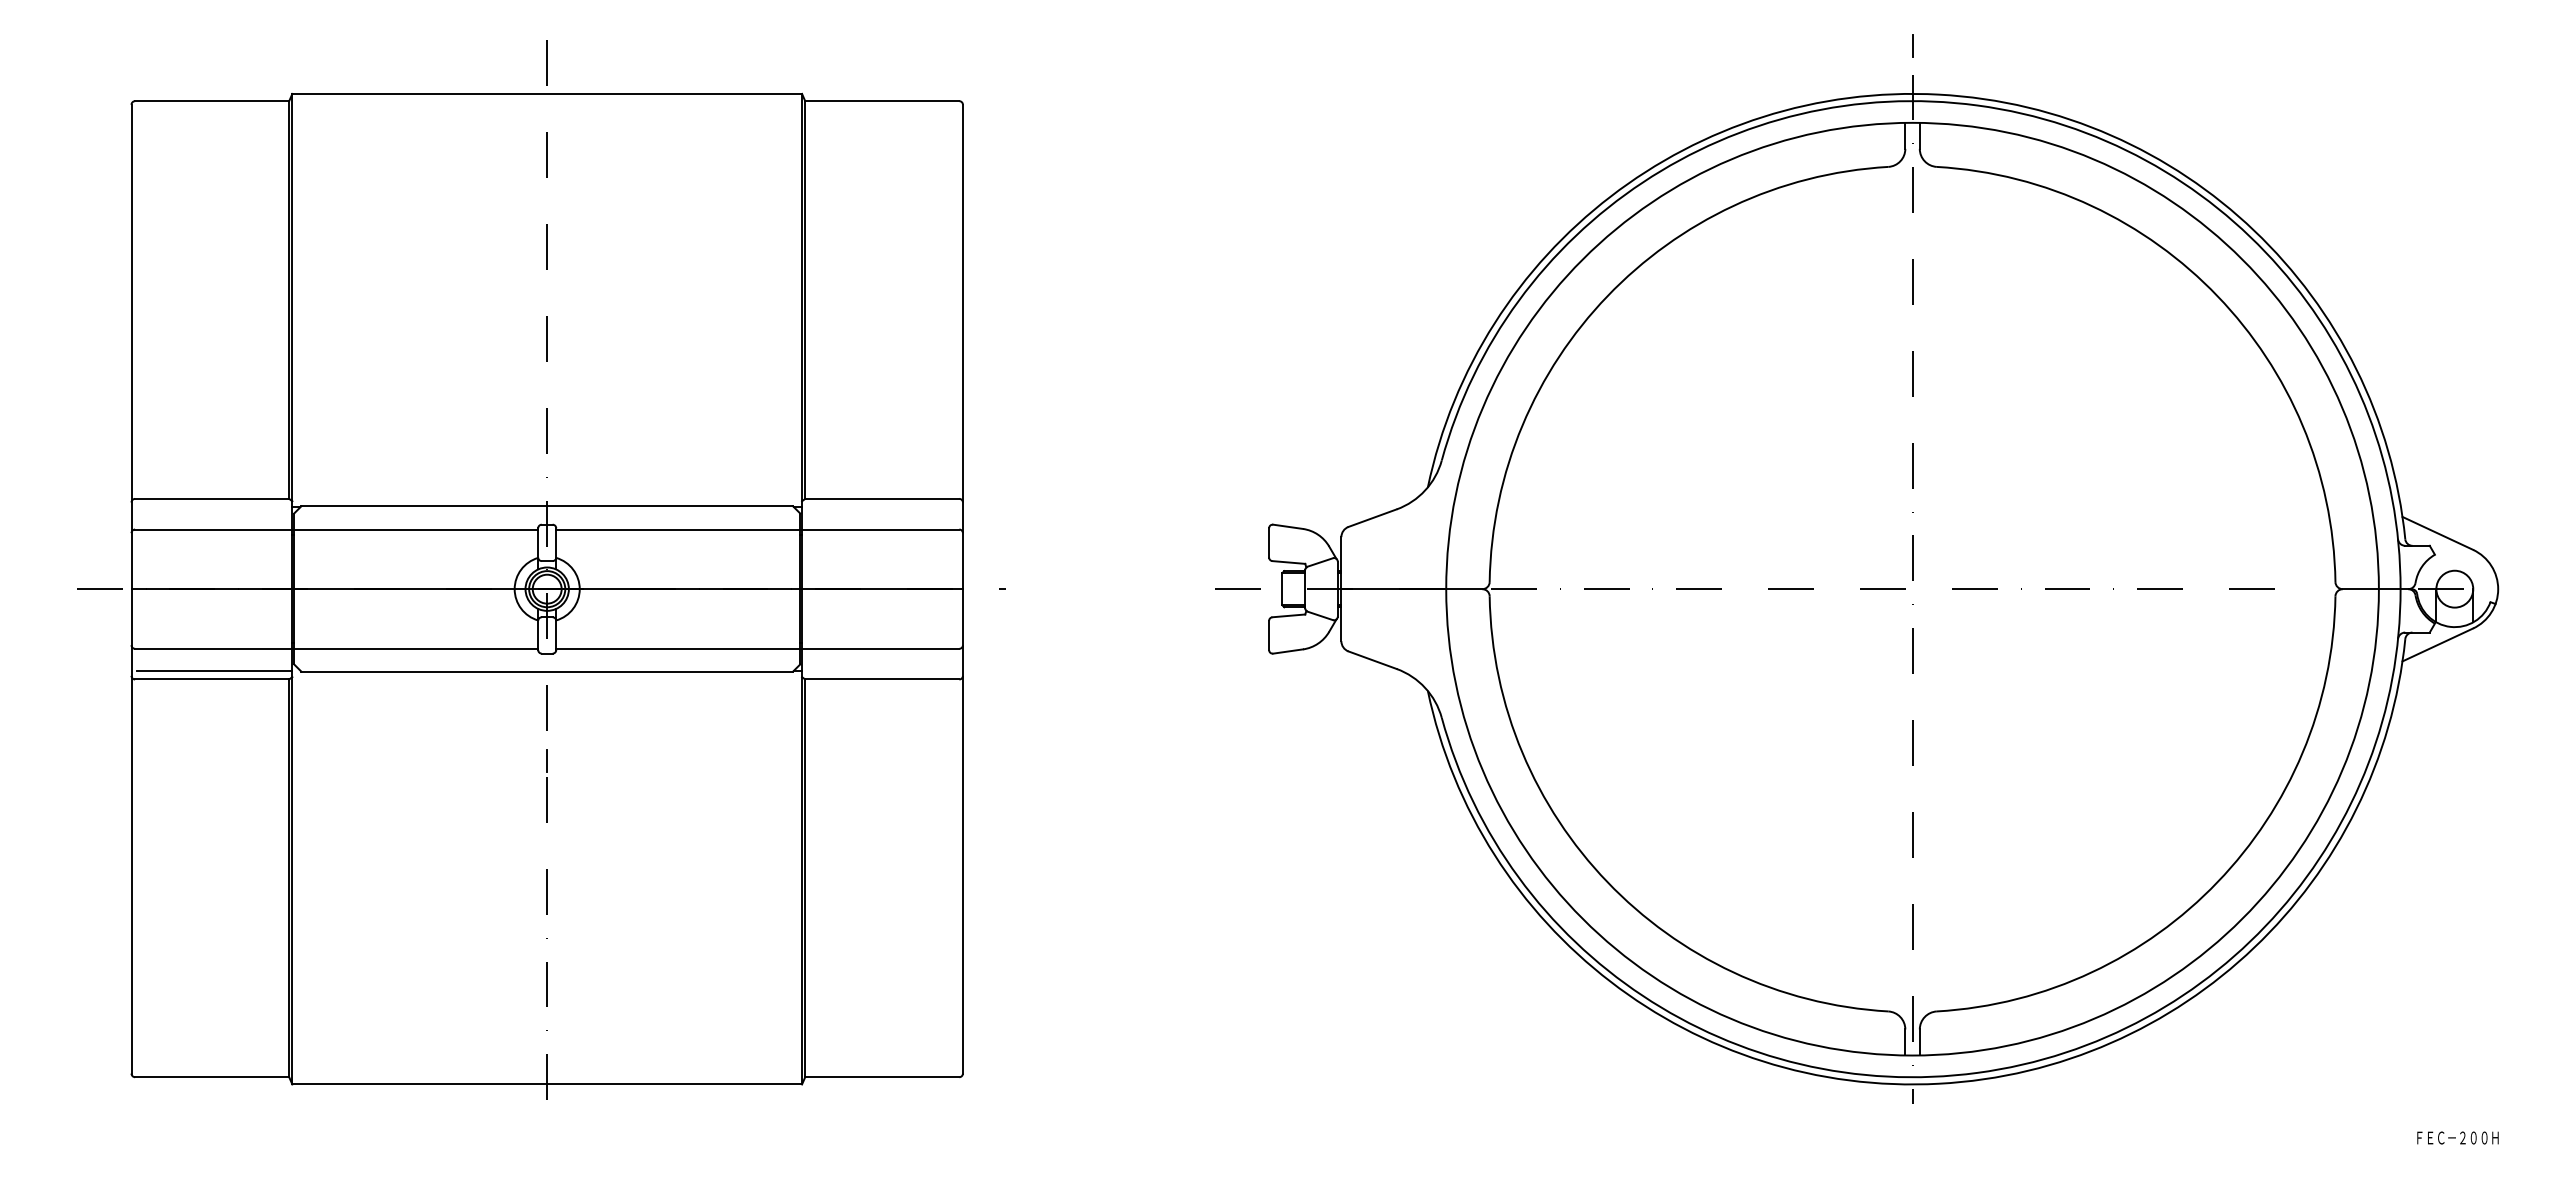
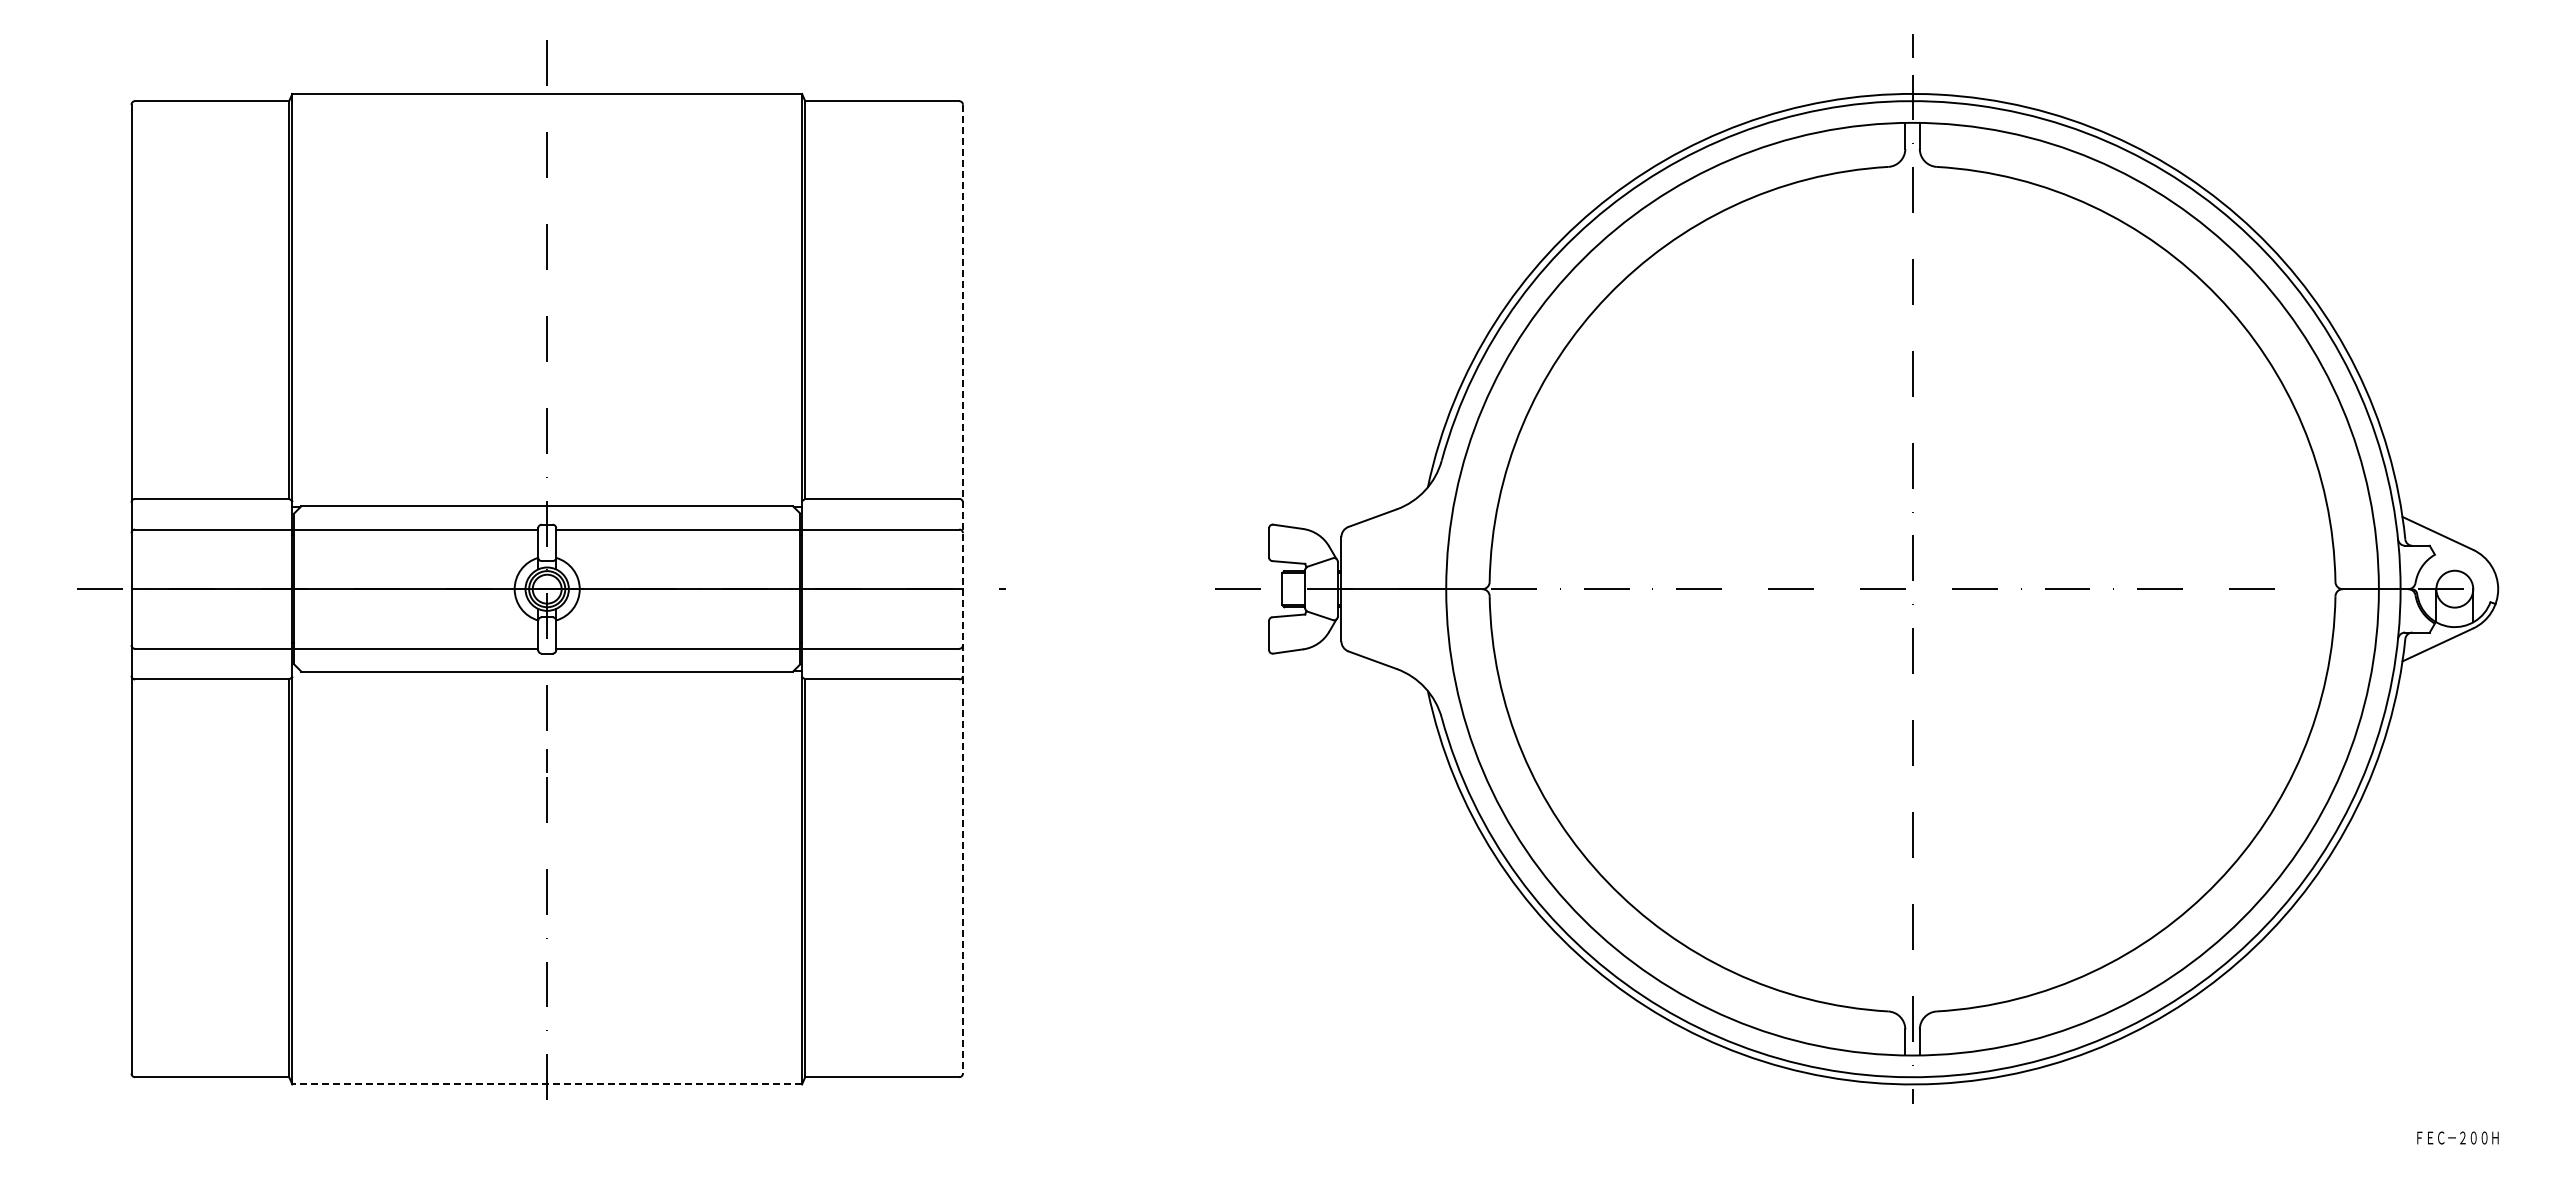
line at (962, 589): solid -> dashed
line at (214, 670): present -> none
line at (547, 1084): solid -> dashed
